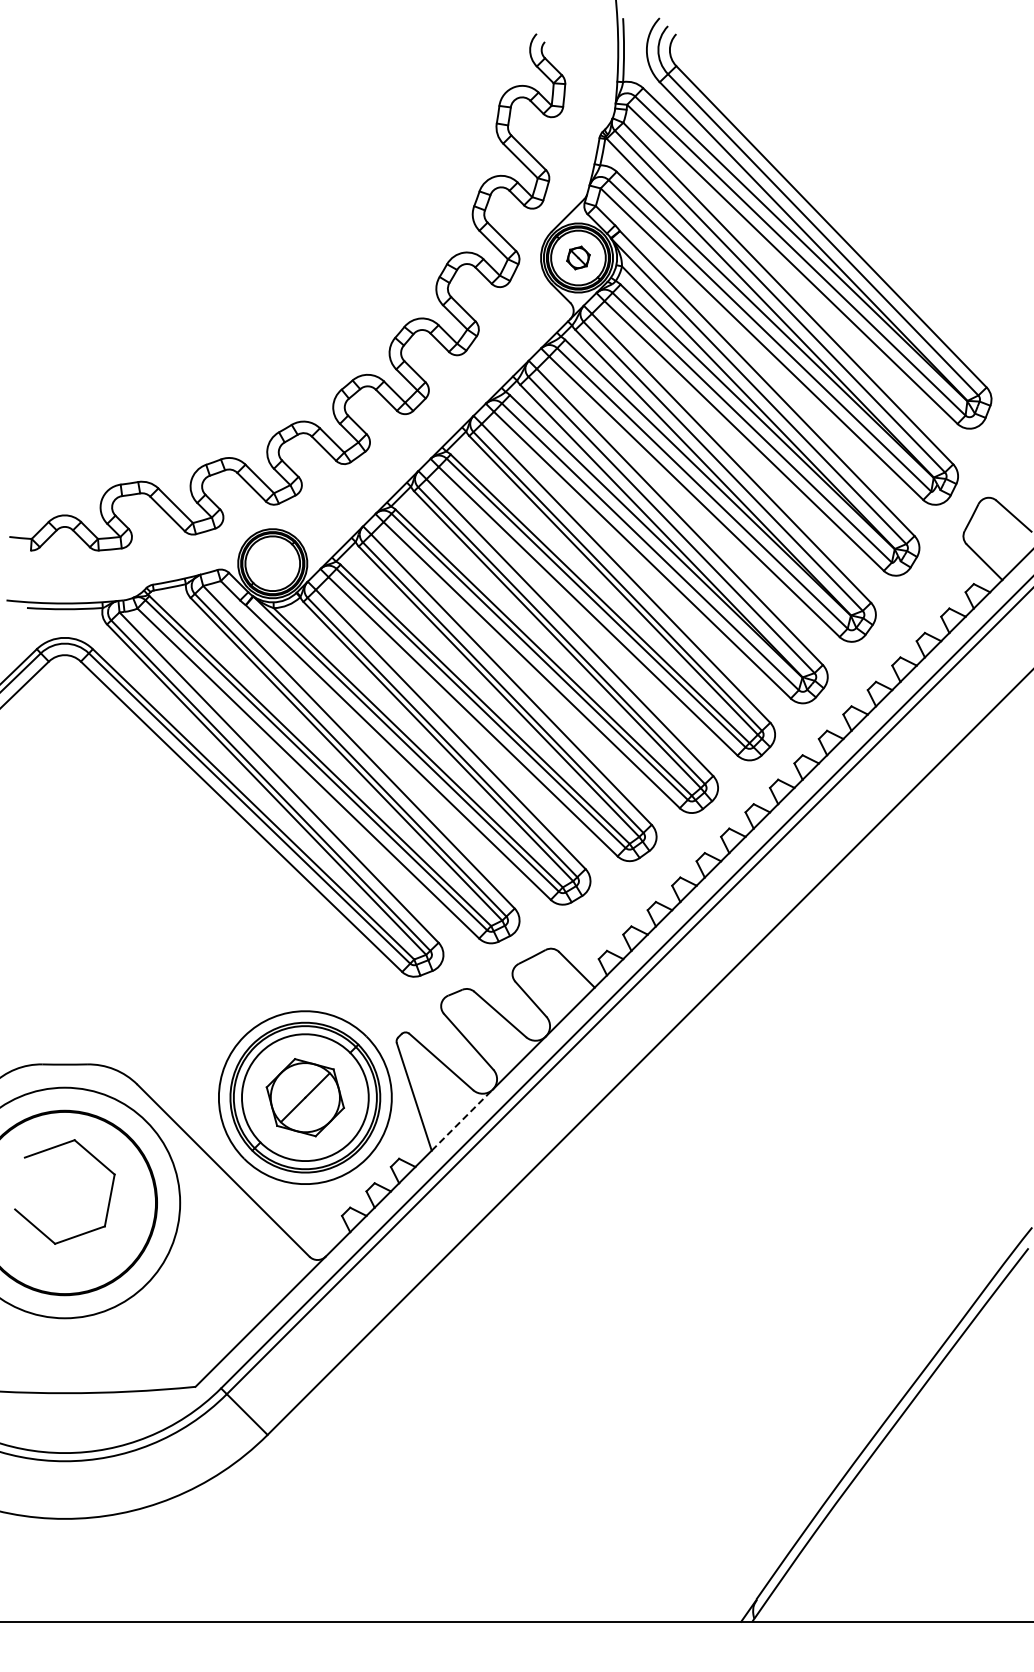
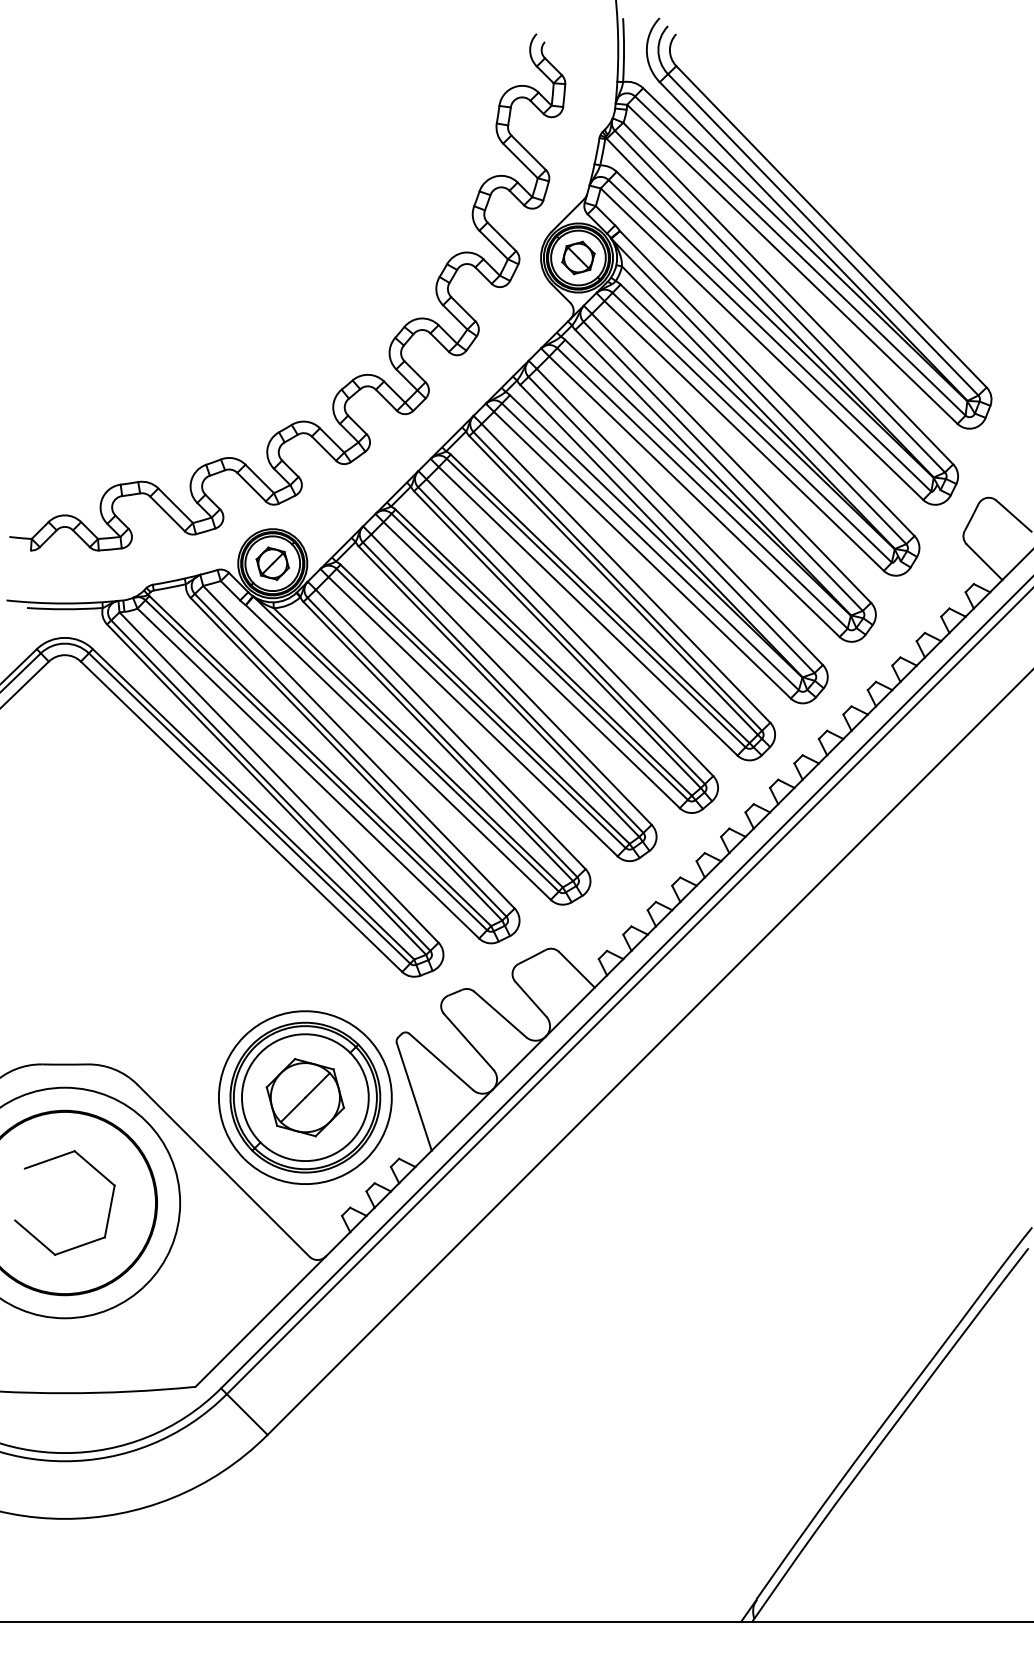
part at (578, 257) size: 25x26 px -> 35x36 px
part at (272, 563): none -> present
line at (462, 1119): dashed -> solid
part at (51, 1149) position: (51, 1149) -> (51, 1160)
